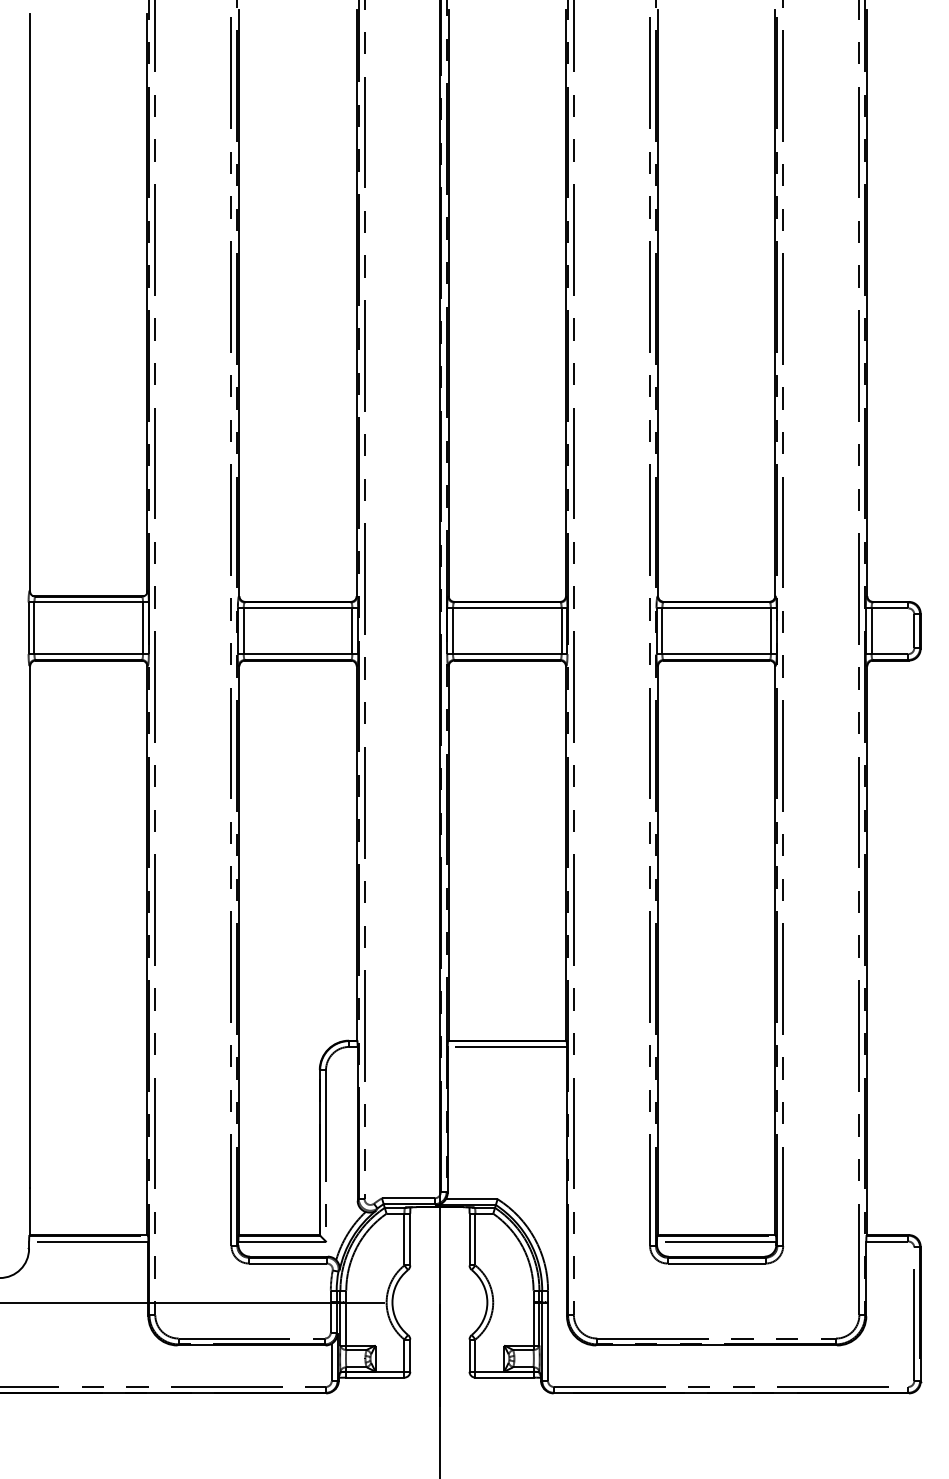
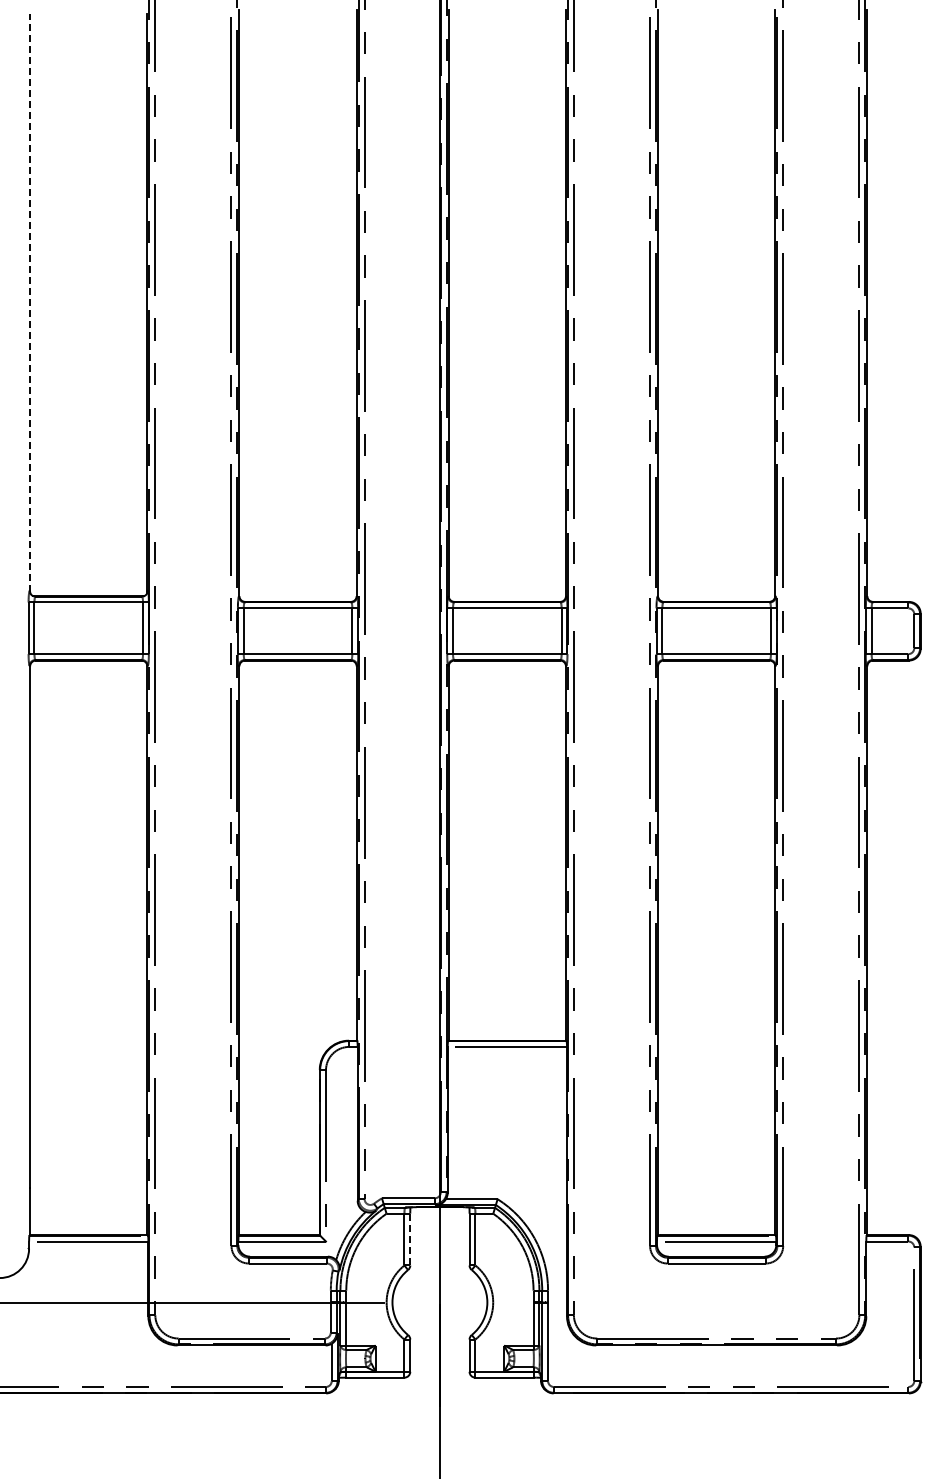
line at (30, 302): solid -> dashed
line at (410, 1239): solid -> dashed
